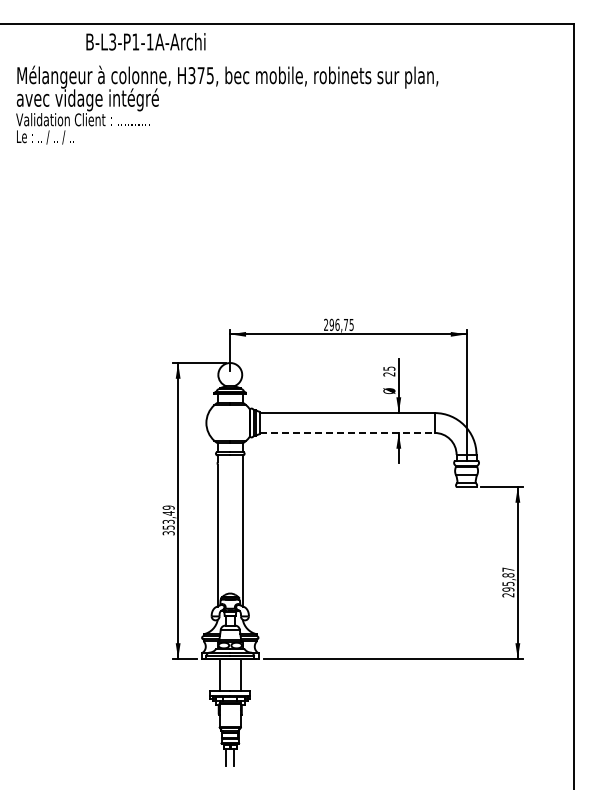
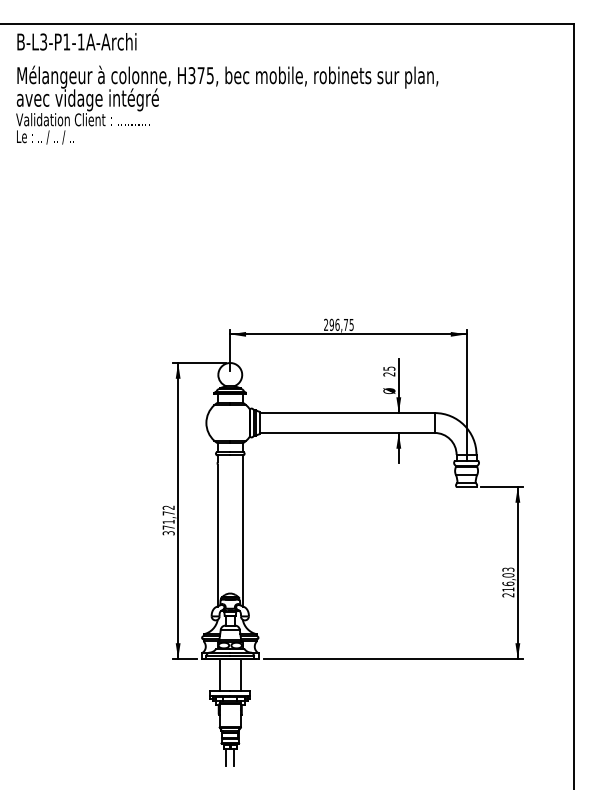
text at (145, 41) position: (145, 41) -> (76, 41)
line at (347, 432): dashed -> solid
text at (168, 517): 353,49 -> 371,72
text at (508, 579): 295,87 -> 216,03
